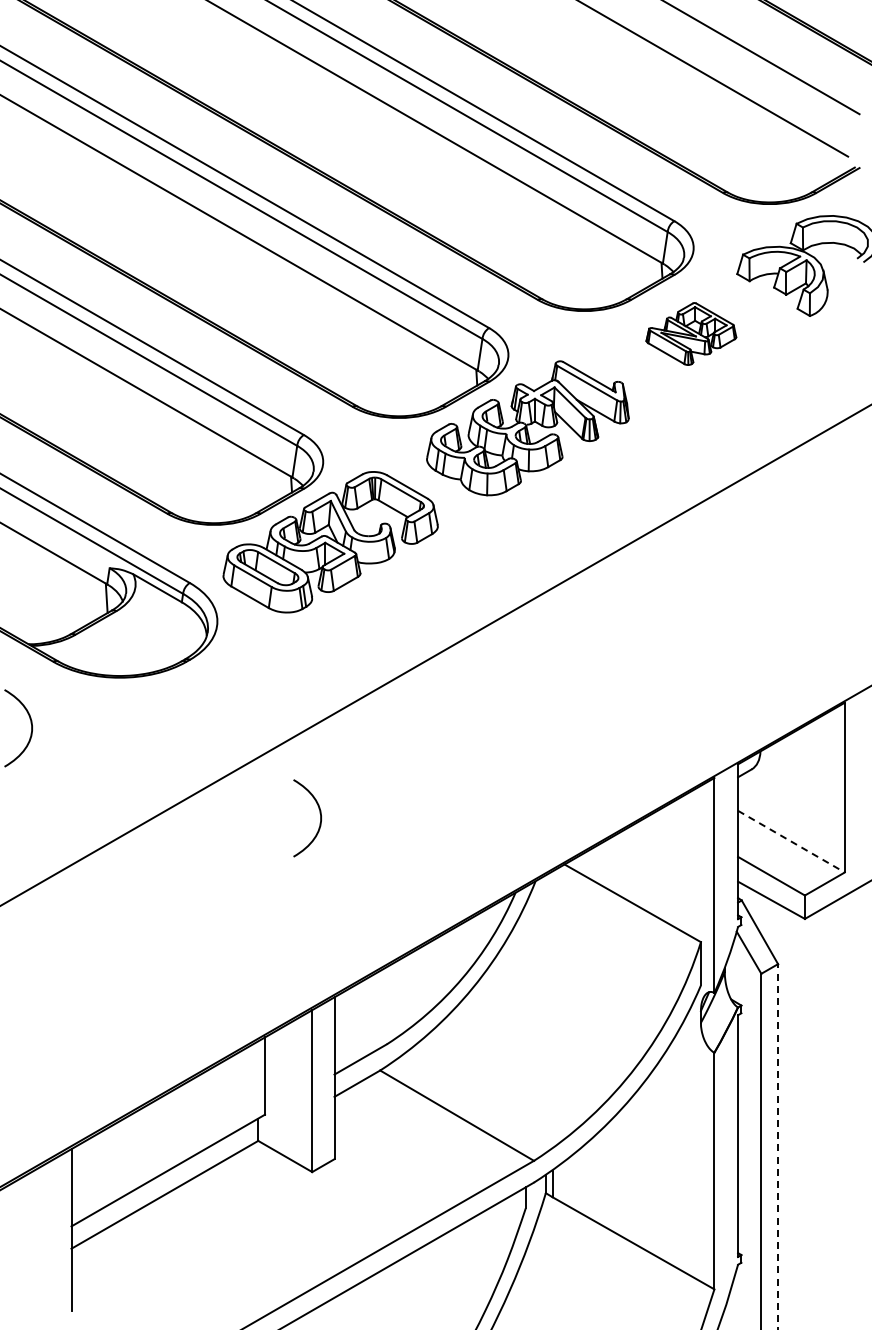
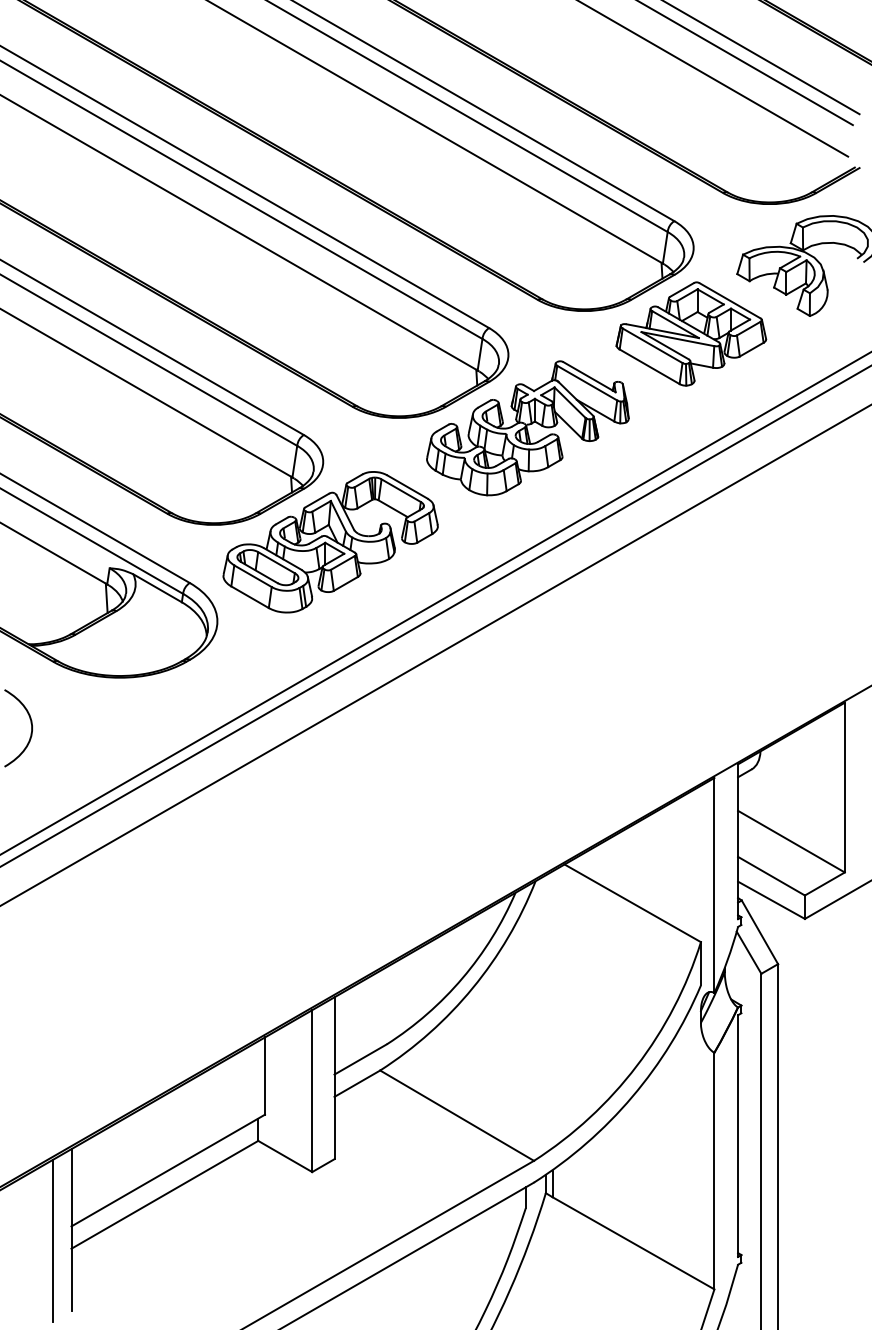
line at (745, 63): none -> present
part at (691, 333) size: 93x64 px -> 153x106 px
line at (435, 603): none -> present
line at (435, 616): none -> present
curve at (319, 813): present -> none
line at (791, 841): dashed -> solid
line at (778, 1147): dashed -> solid
line at (52, 1240): none -> present
